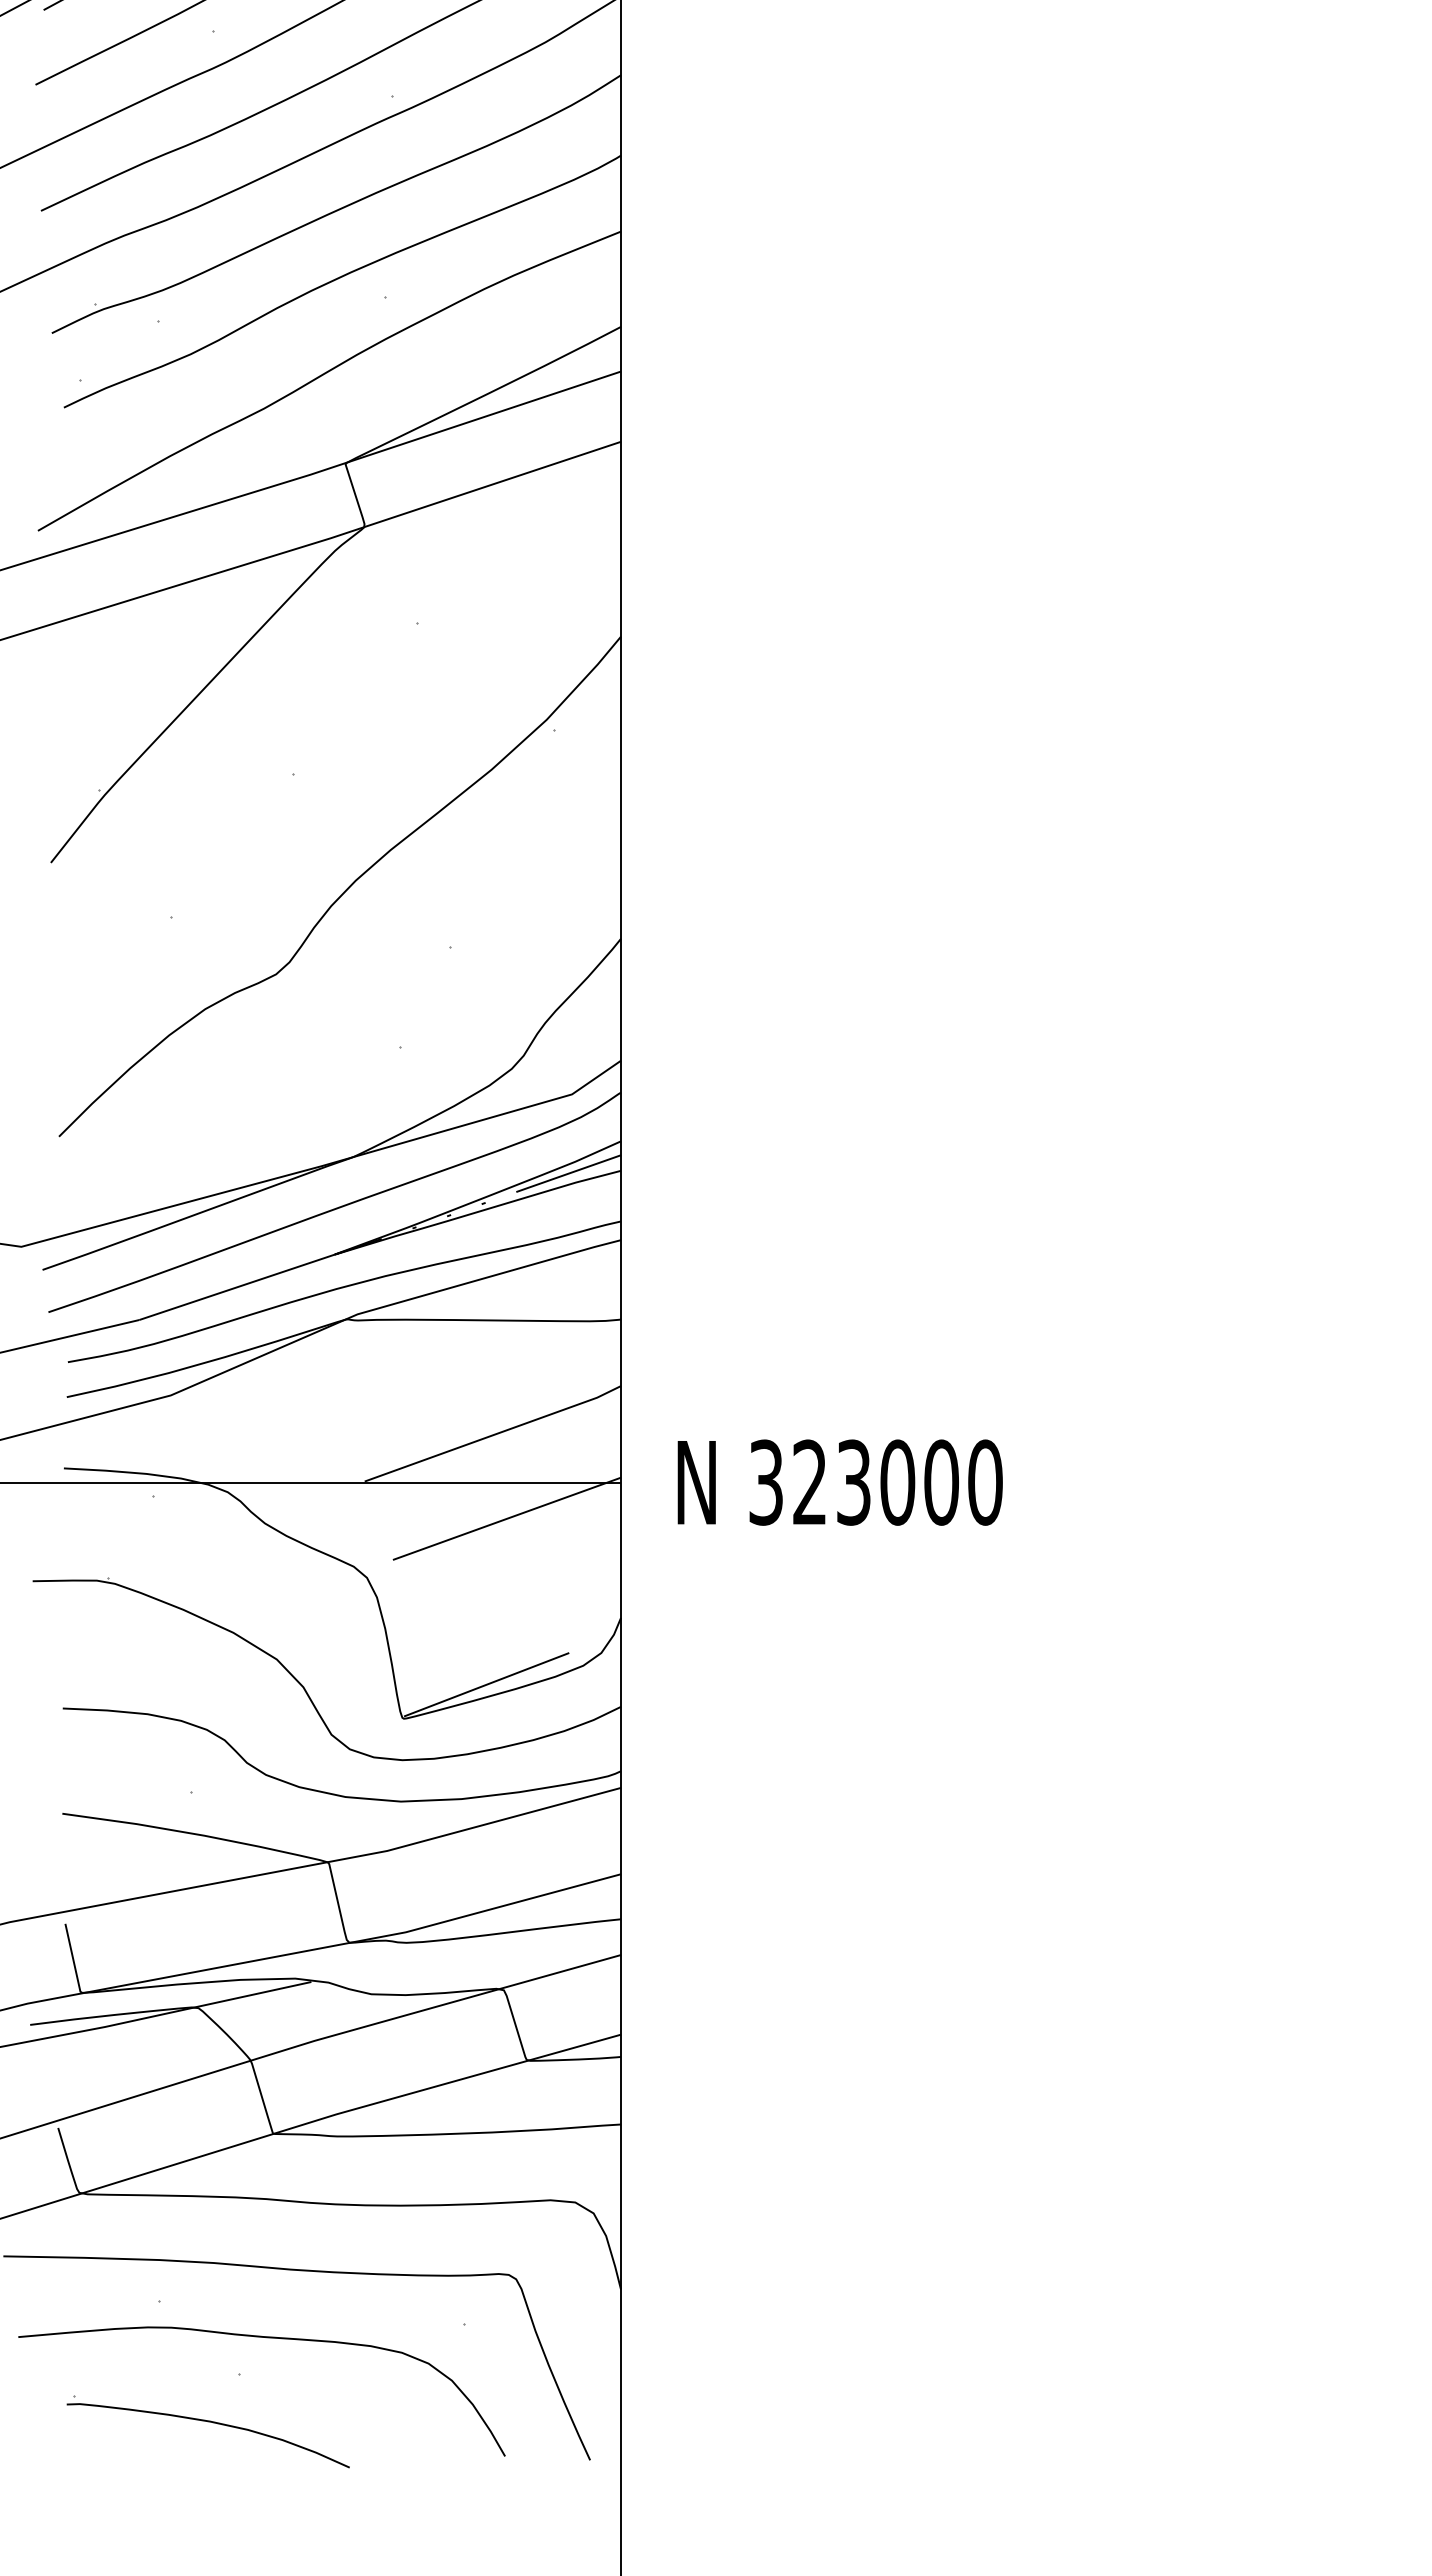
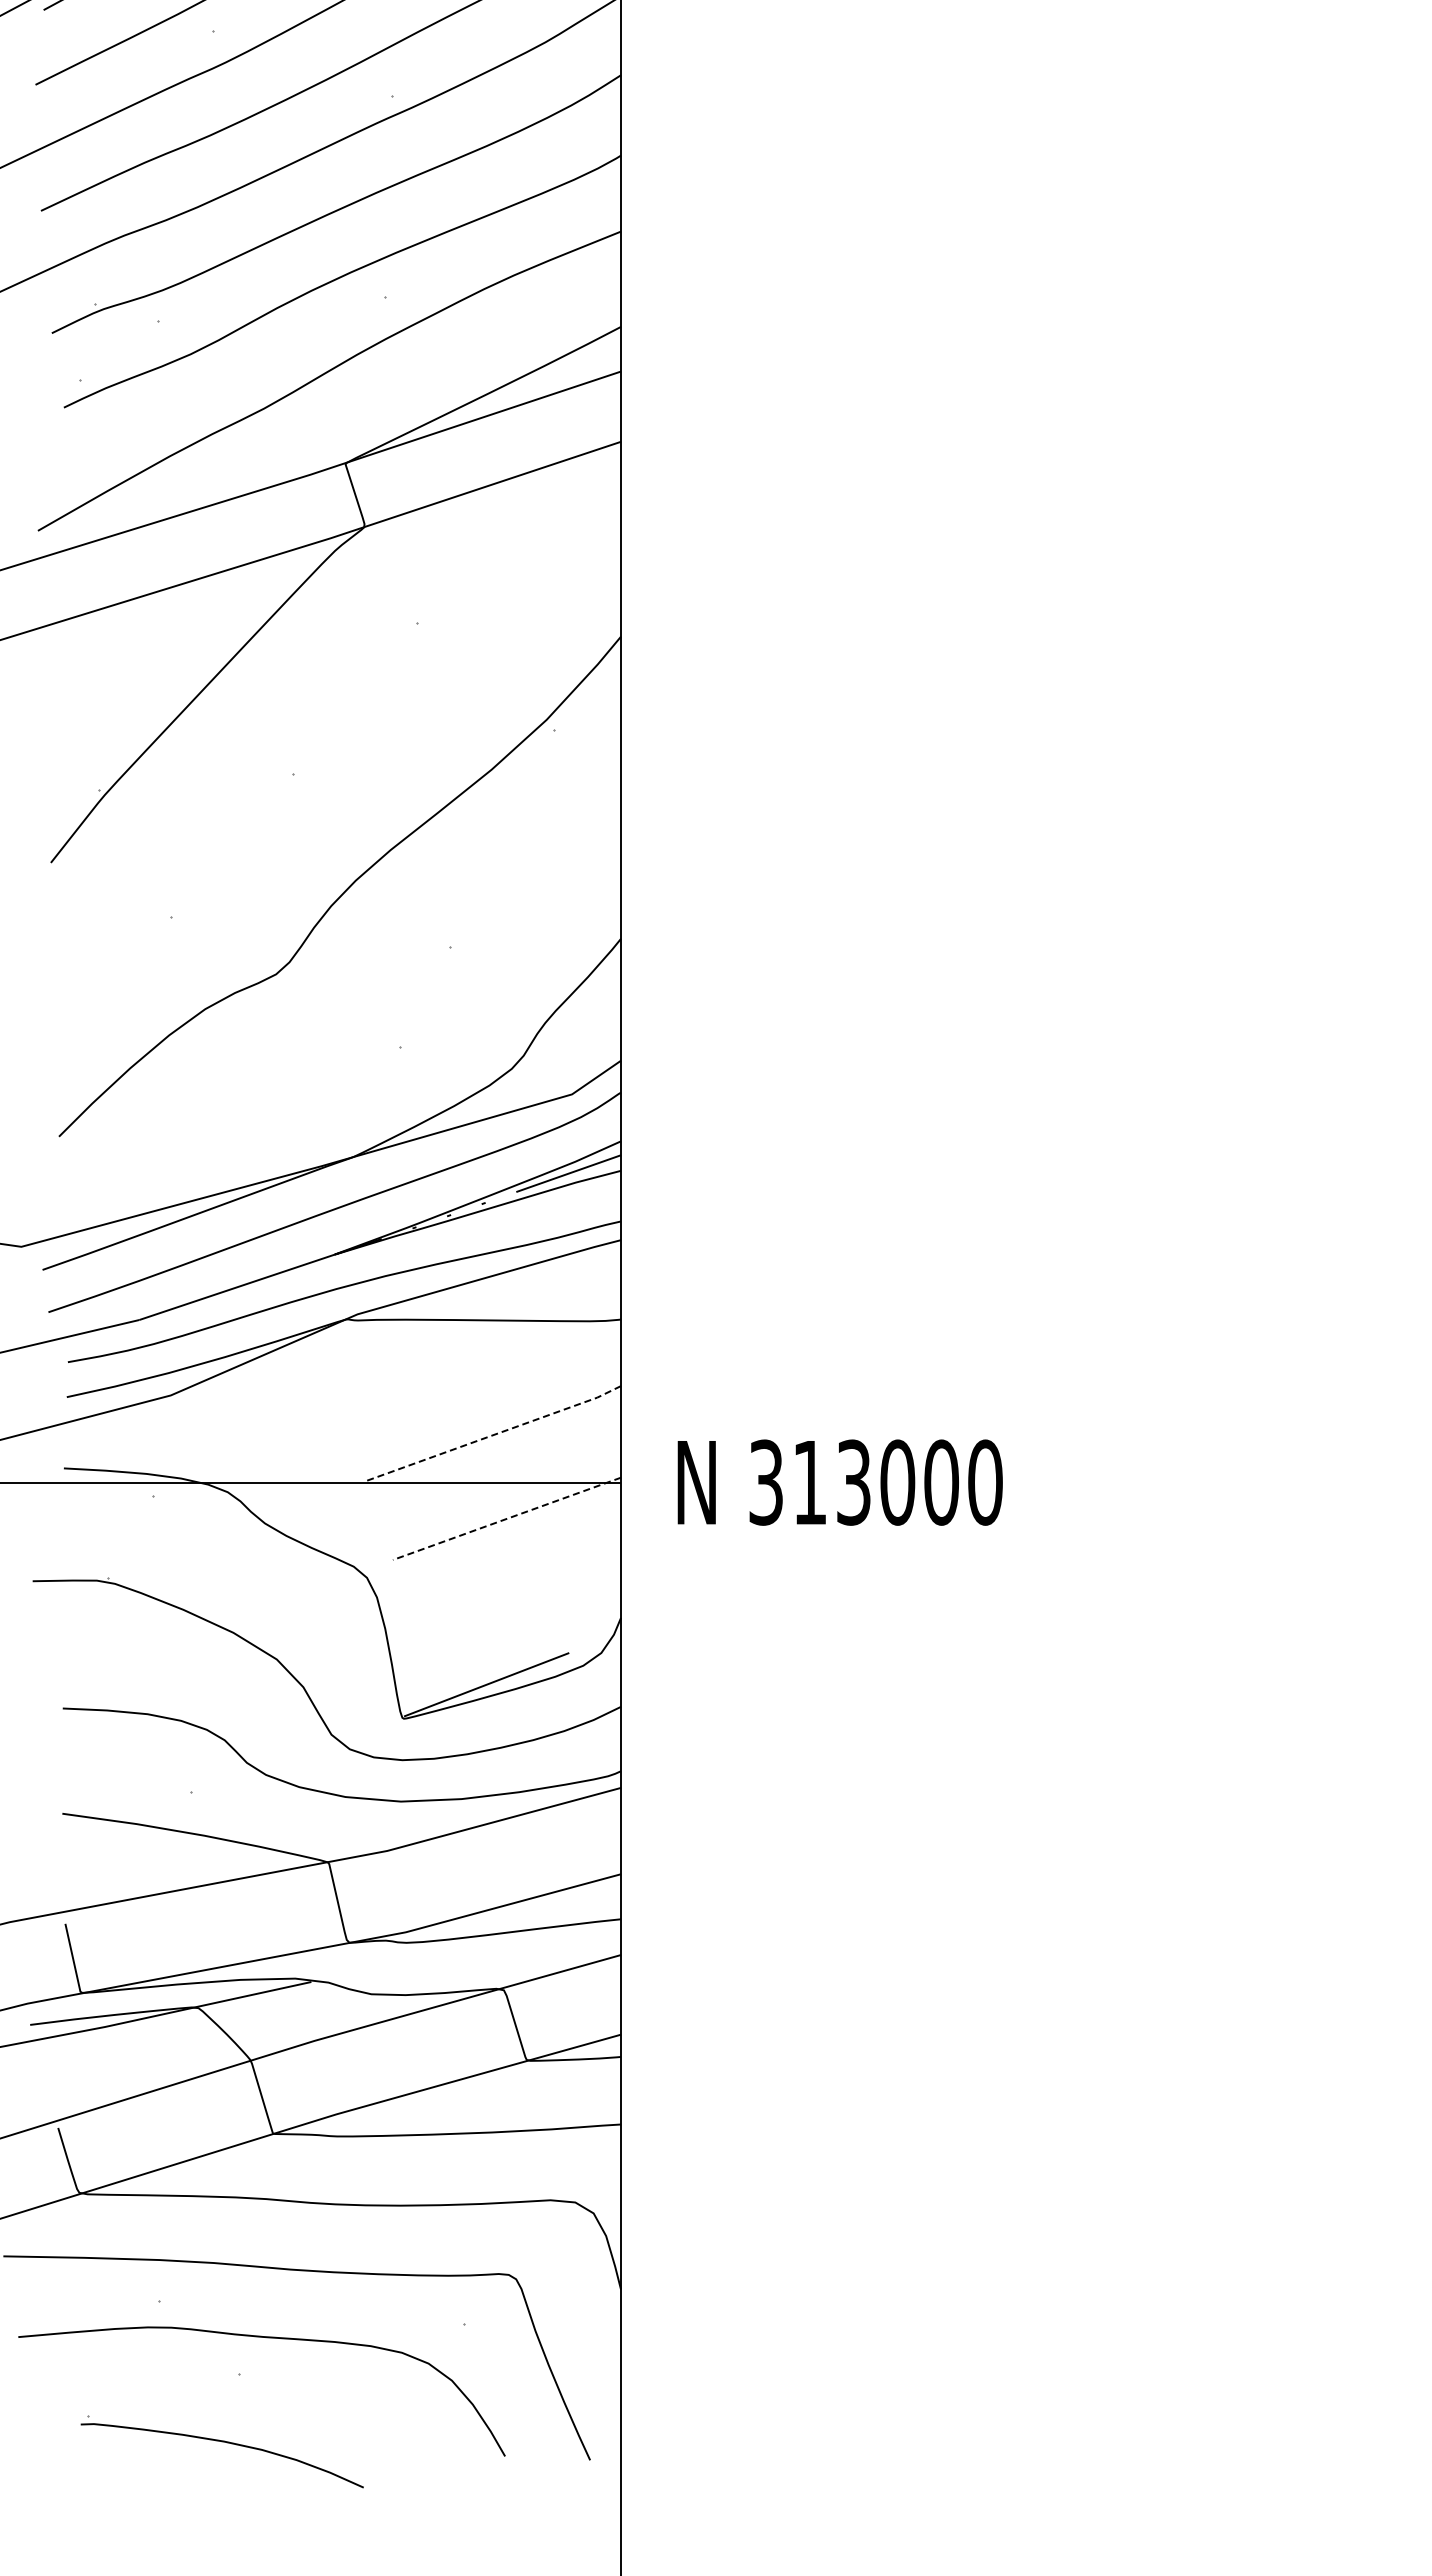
line at (494, 1434): solid -> dashed
text at (809, 1481): 323000 -> 313000
line at (506, 1519): solid -> dashed
part at (207, 2422) position: (207, 2422) -> (221, 2442)
